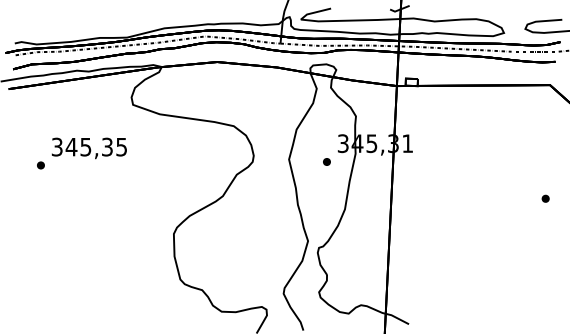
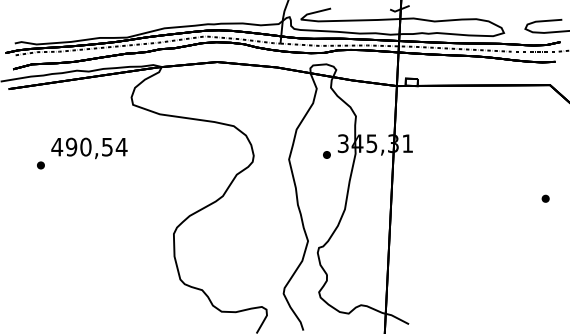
text at (89, 146): 345,35 -> 490,54
part at (326, 161) position: (326, 161) -> (326, 154)
